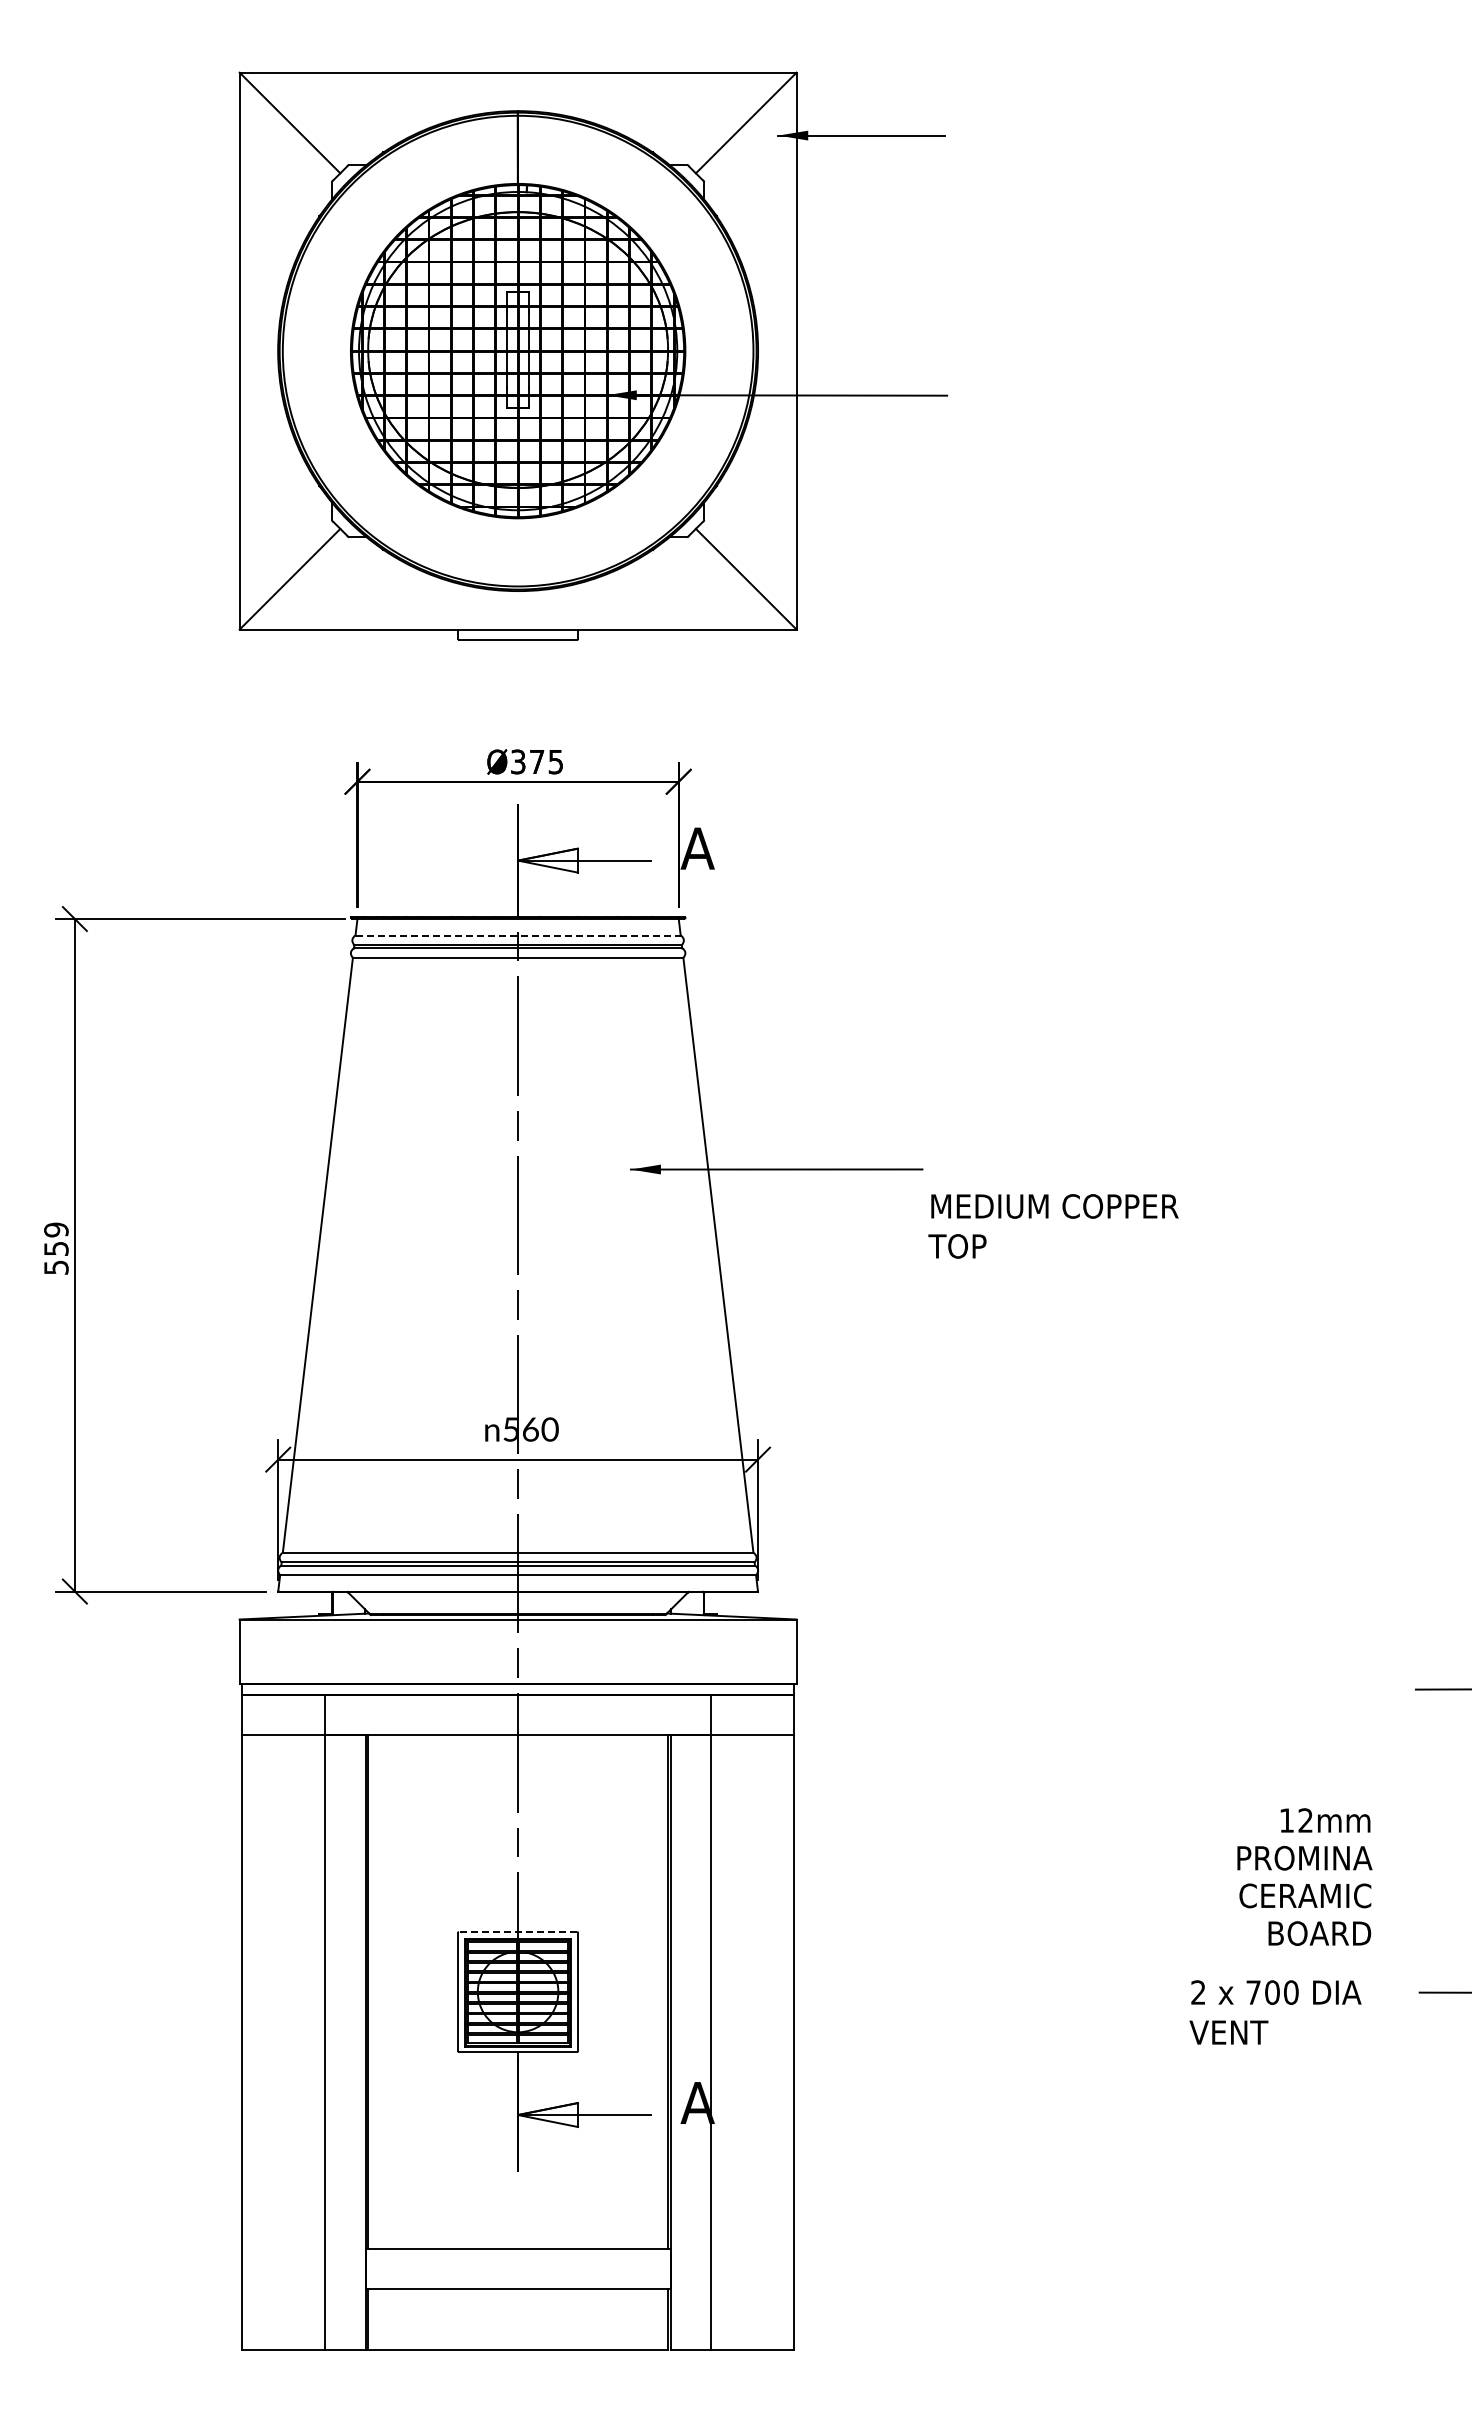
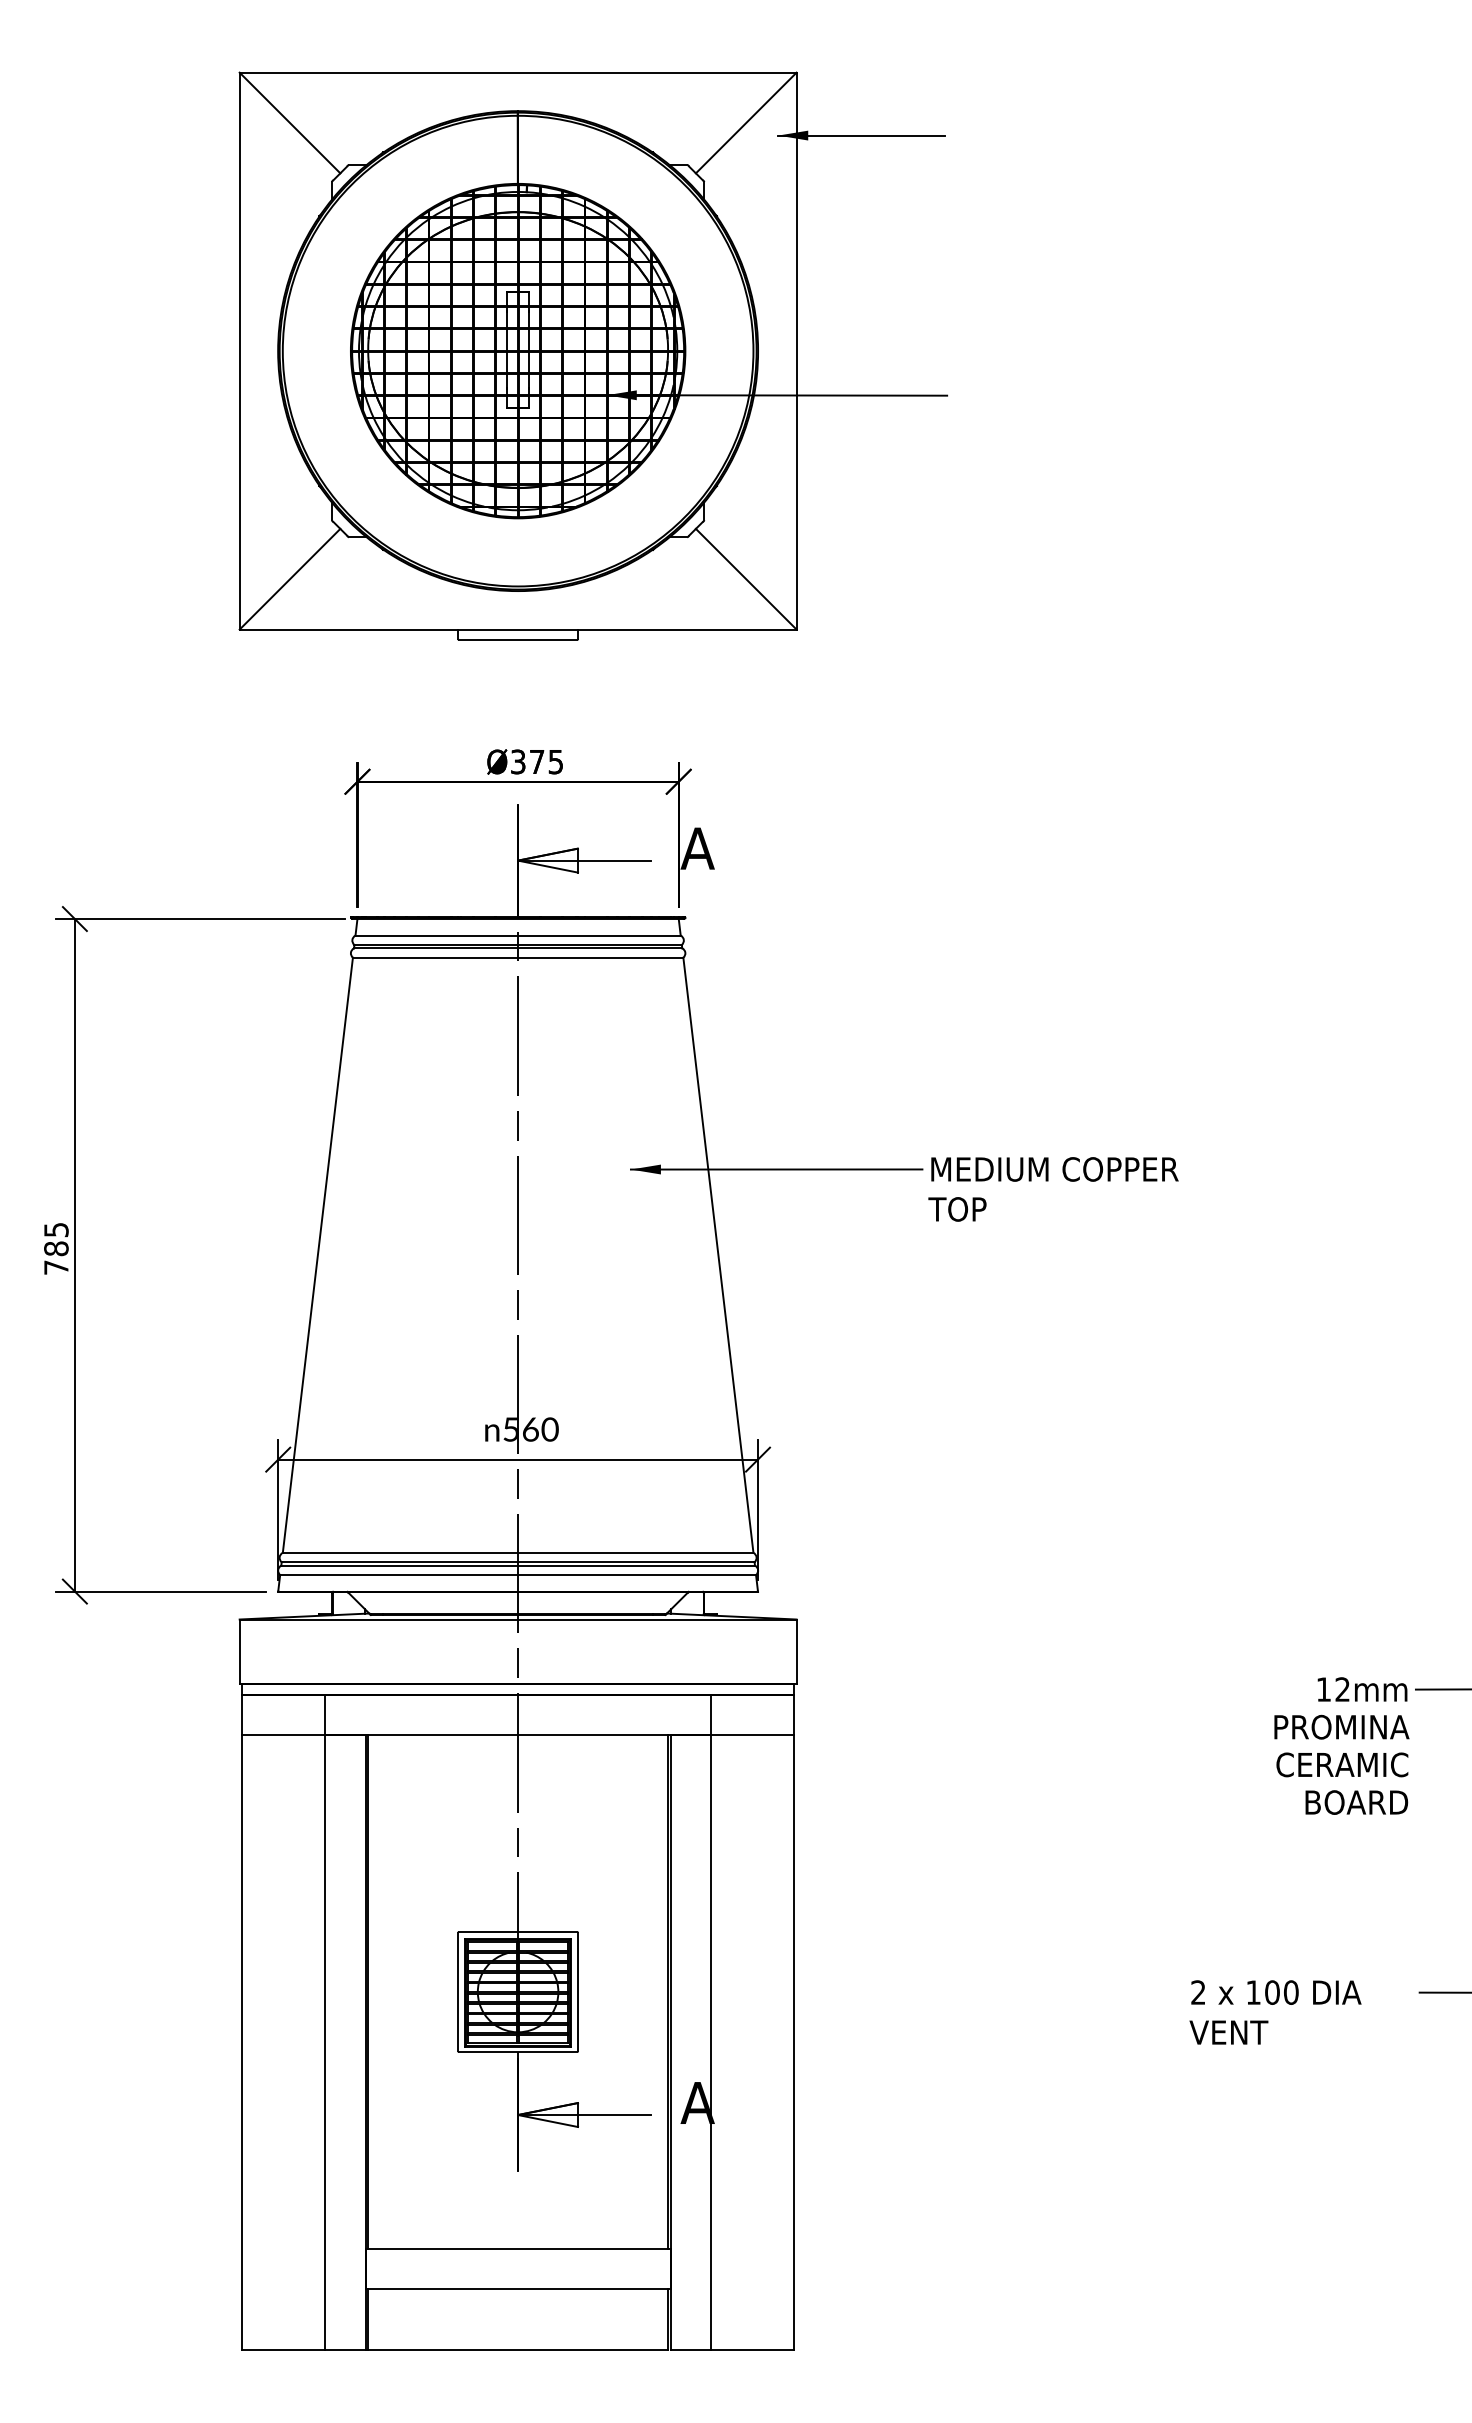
line at (518, 935): dashed -> solid
text at (1053, 1226) position: (1053, 1226) -> (1053, 1189)
text at (56, 1248): 559 -> 785
text at (1304, 1876) position: (1304, 1876) -> (1341, 1745)
line at (517, 1932): dashed -> solid
text at (1253, 1992): 700 -> 100
